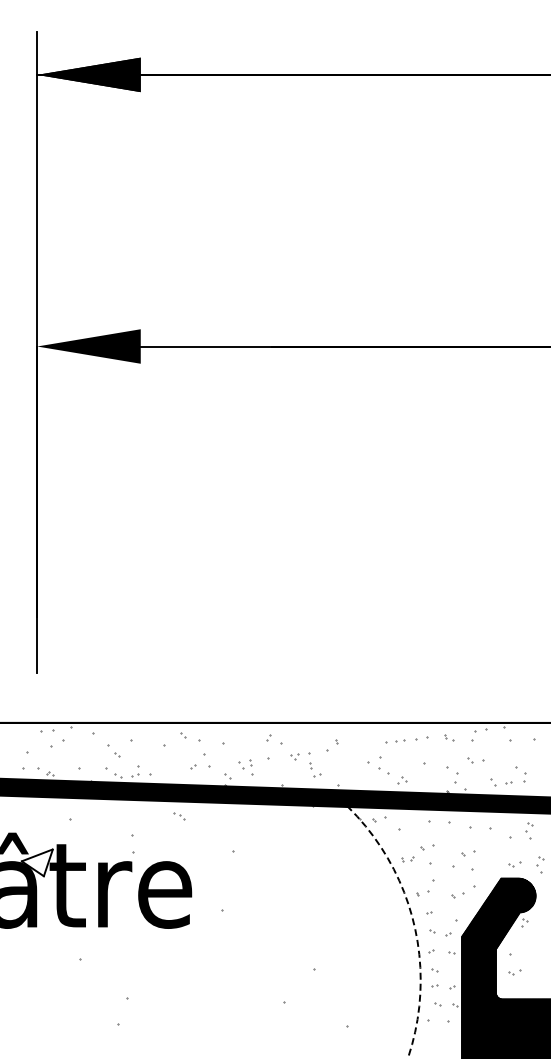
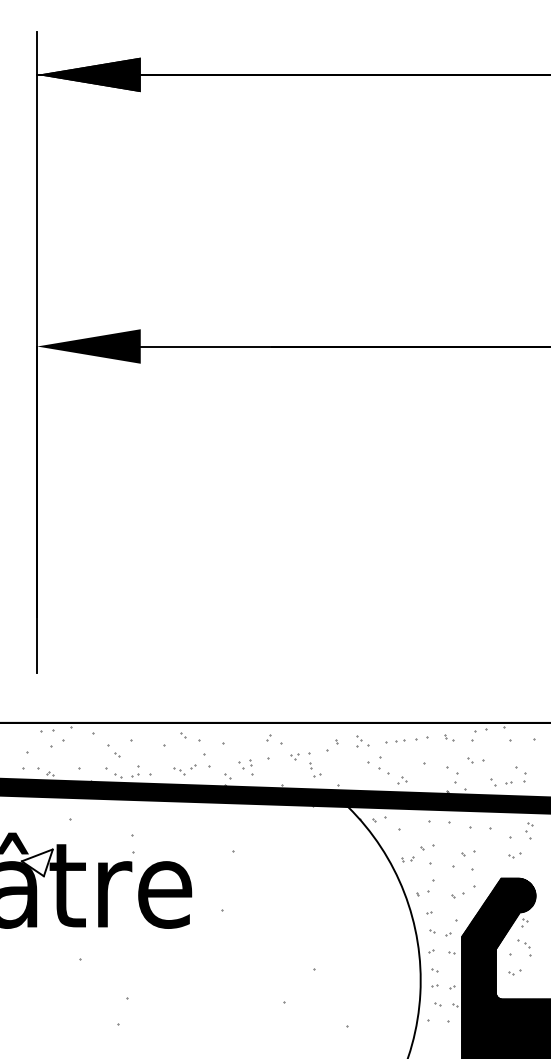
part at (362, 741): none -> present
part at (179, 816) position: (179, 816) -> (179, 771)
part at (514, 864) position: (514, 864) -> (514, 855)
part at (540, 864): present -> none
arc at (413, 924): dashed -> solid
part at (524, 947): none -> present
